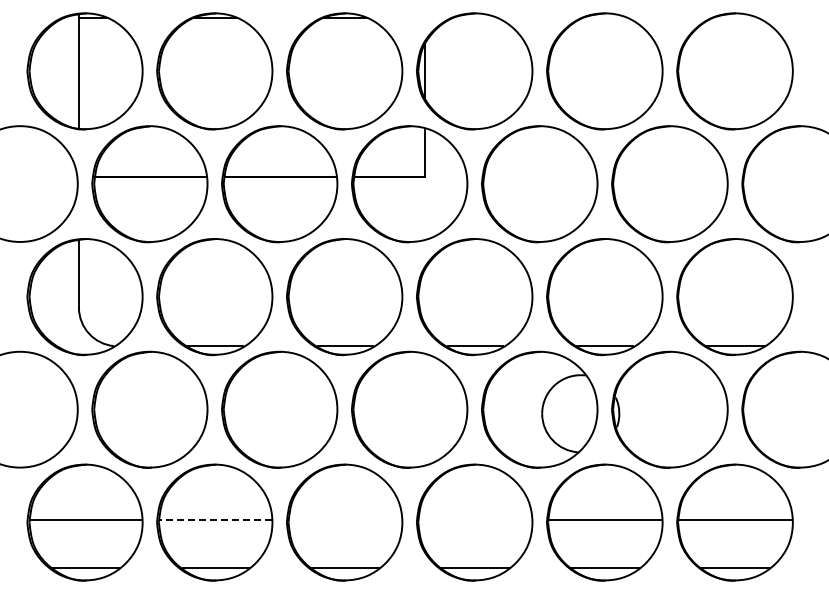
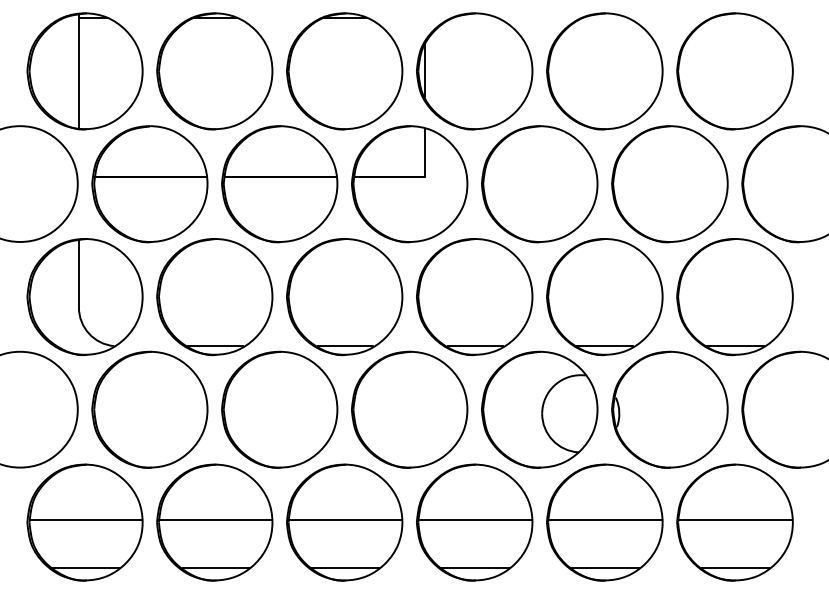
line at (215, 519): dashed -> solid
line at (345, 519): none -> present
line at (474, 519): none -> present
